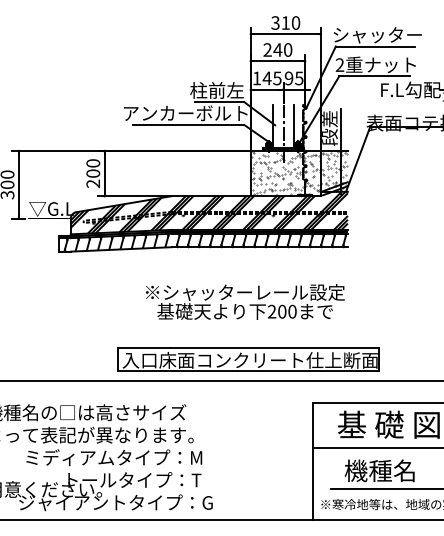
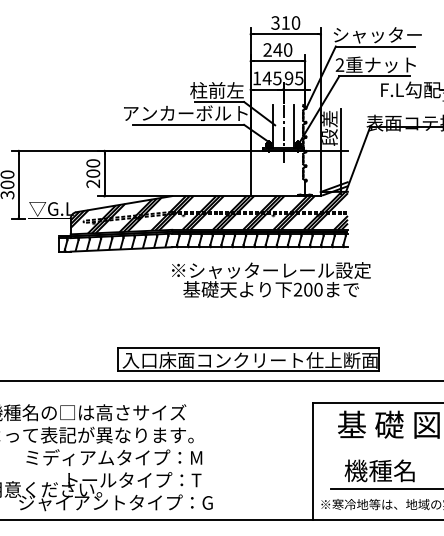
hatch at (298, 173): present -> none
text at (245, 301) position: (245, 301) -> (271, 279)
line at (376, 447): present -> none
